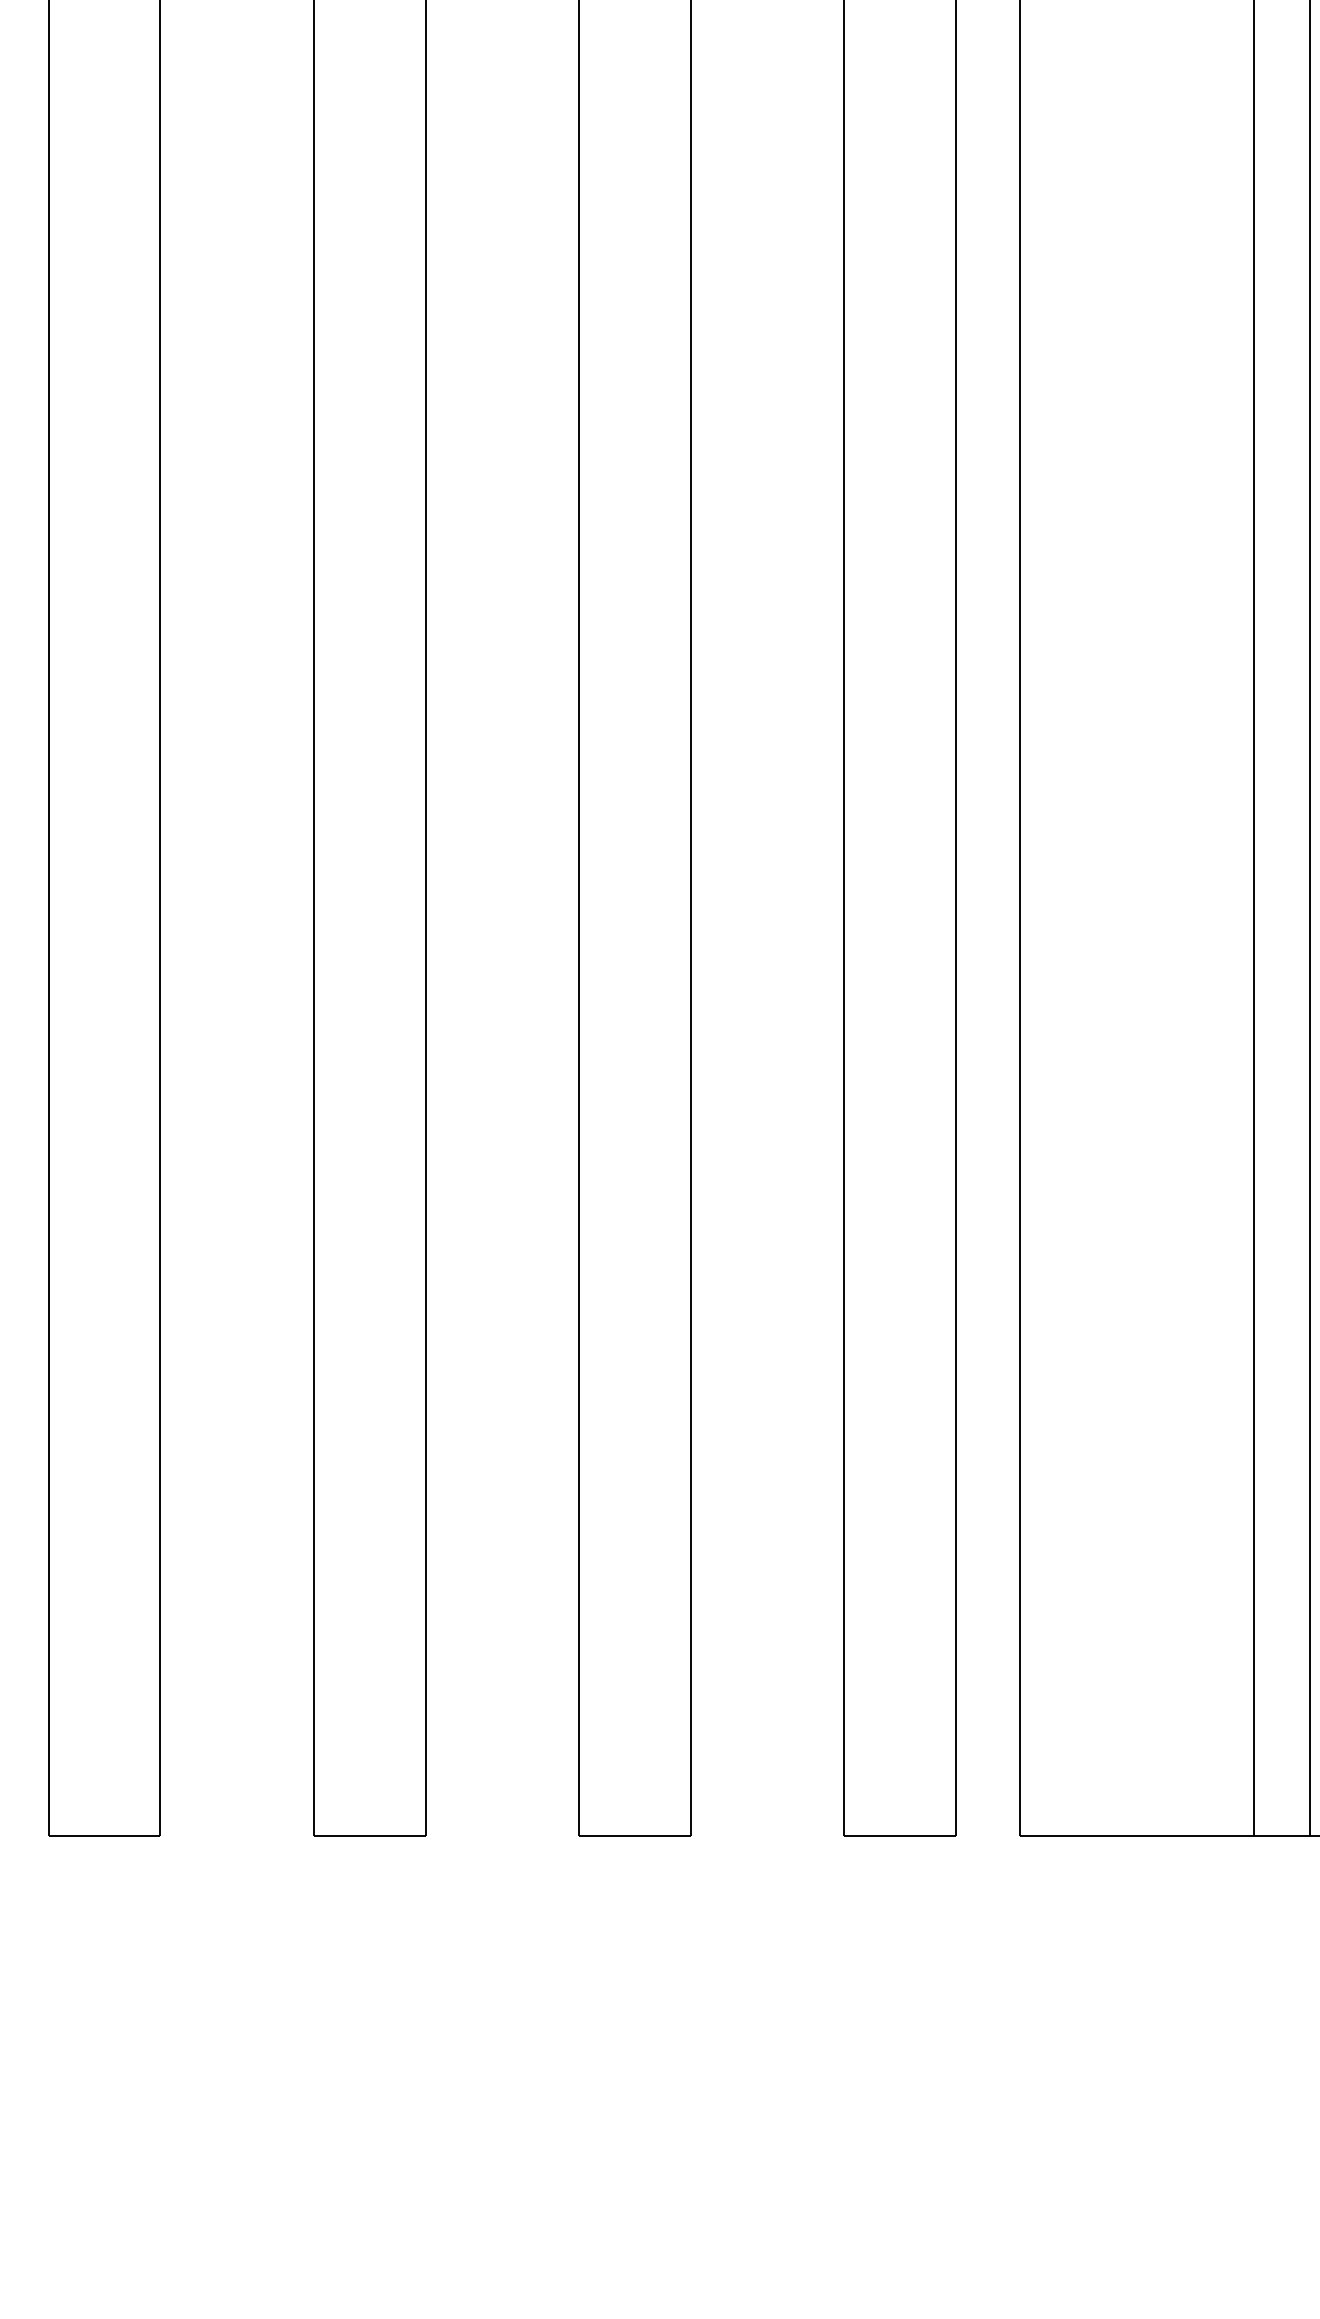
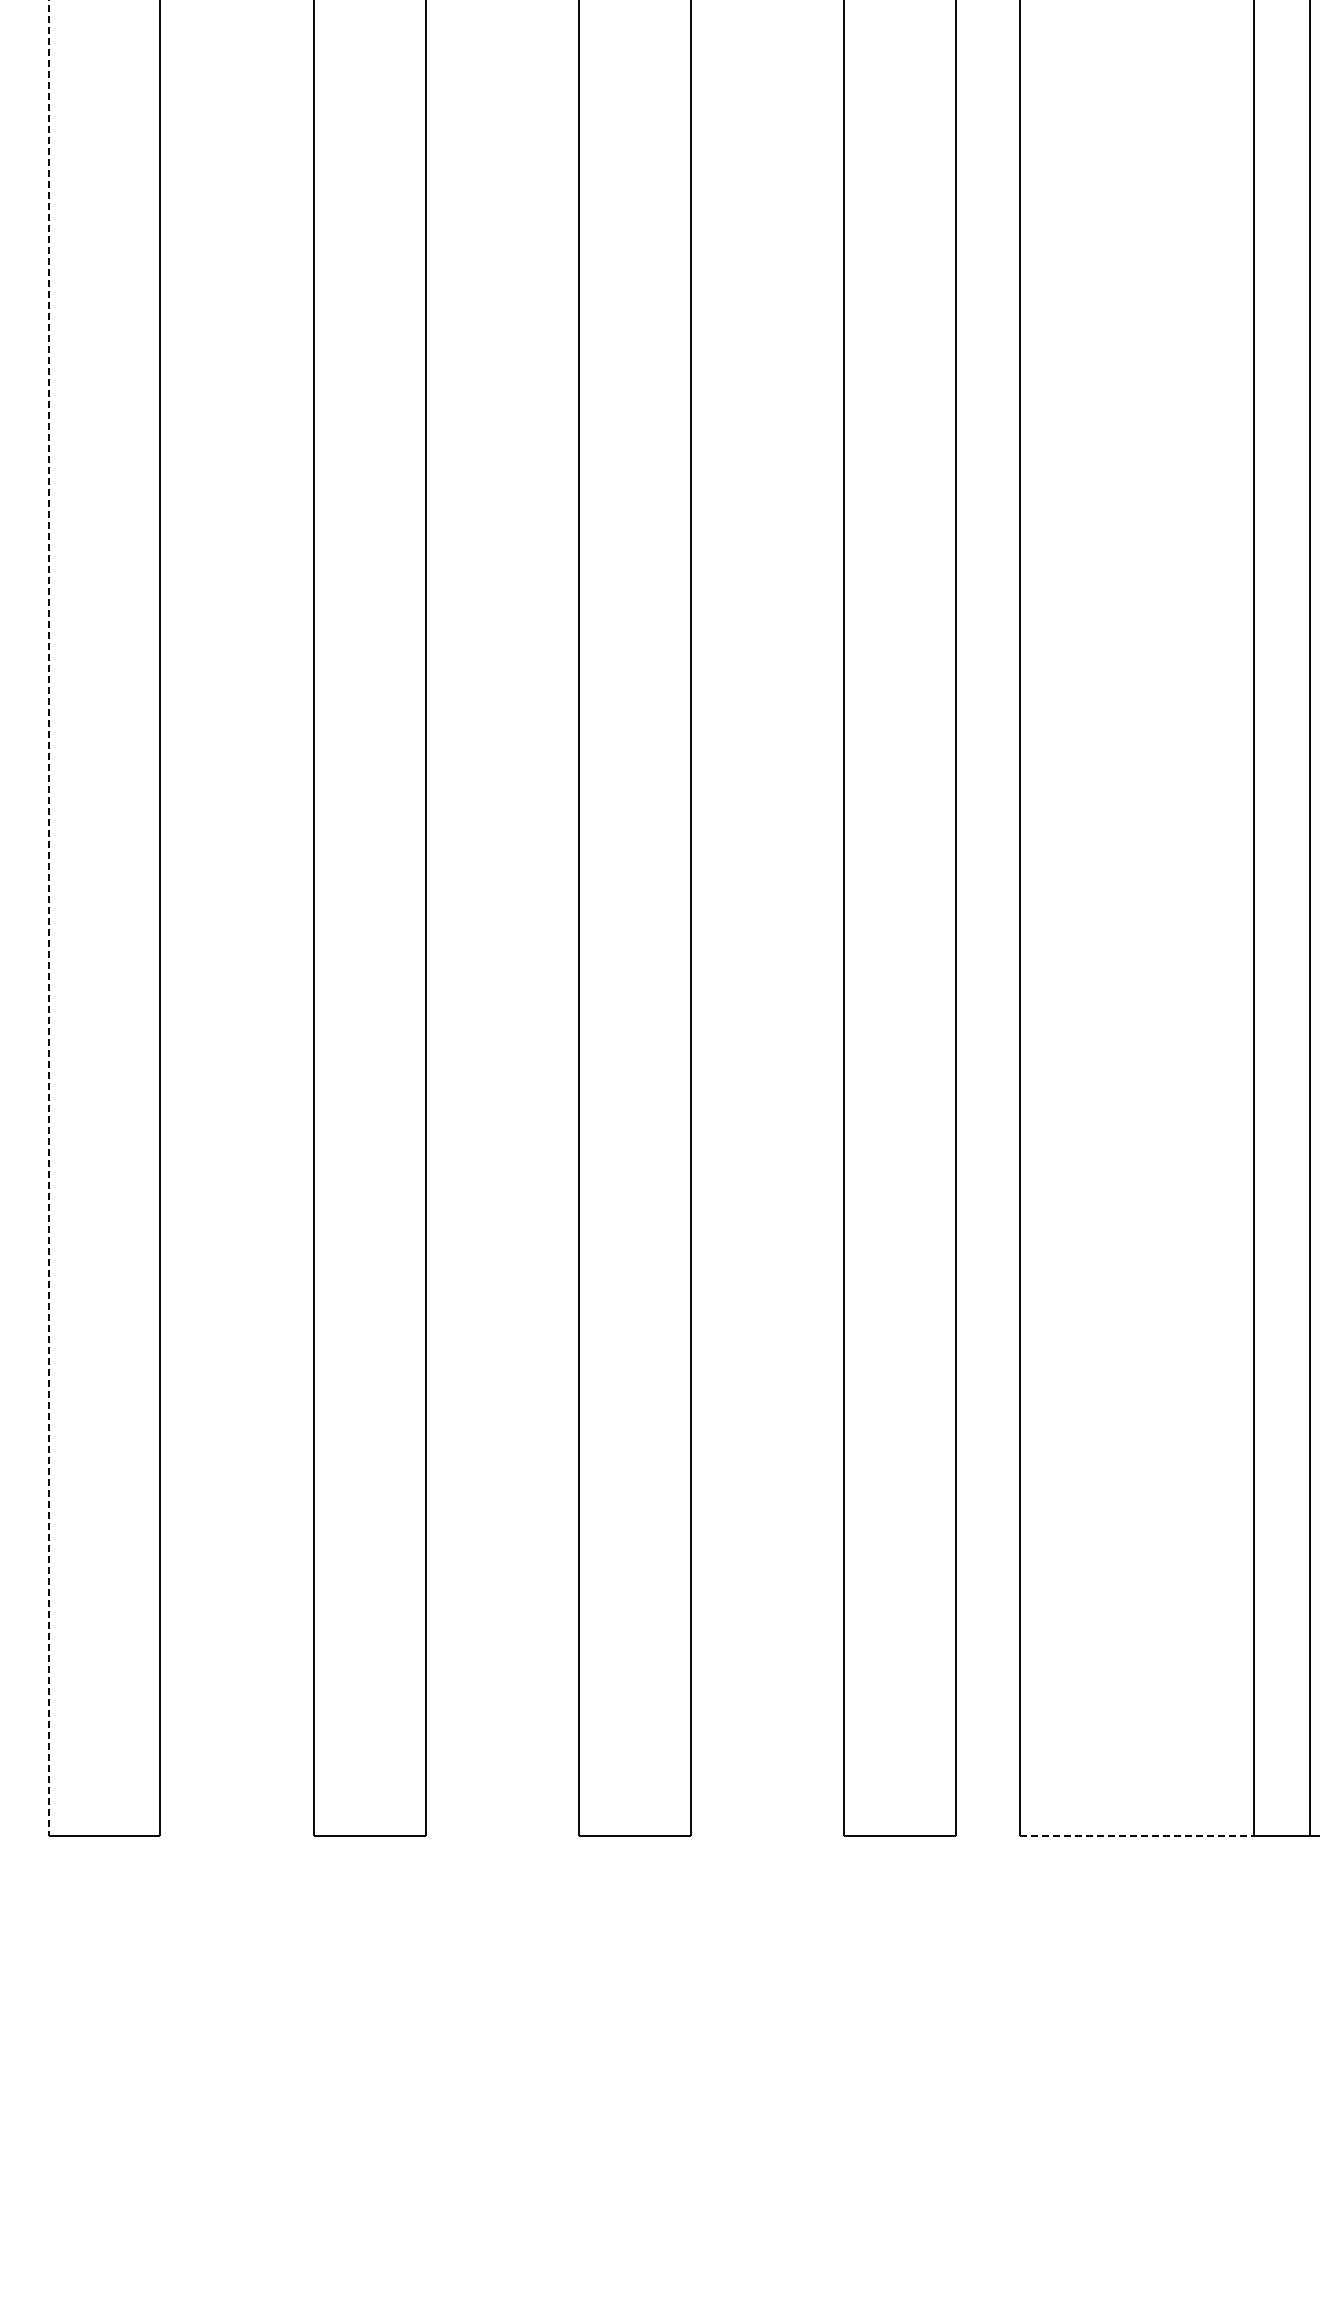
line at (48, 918): solid -> dashed
line at (1137, 1835): solid -> dashed
